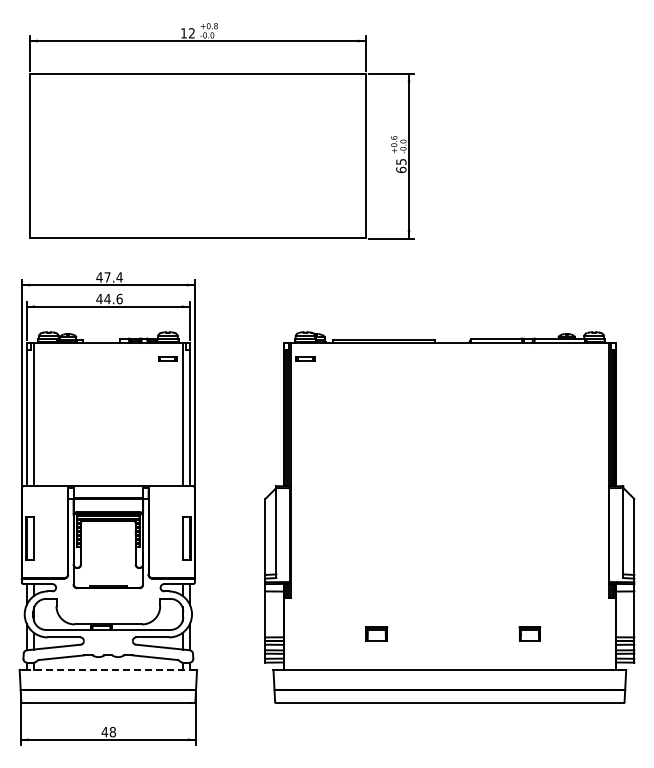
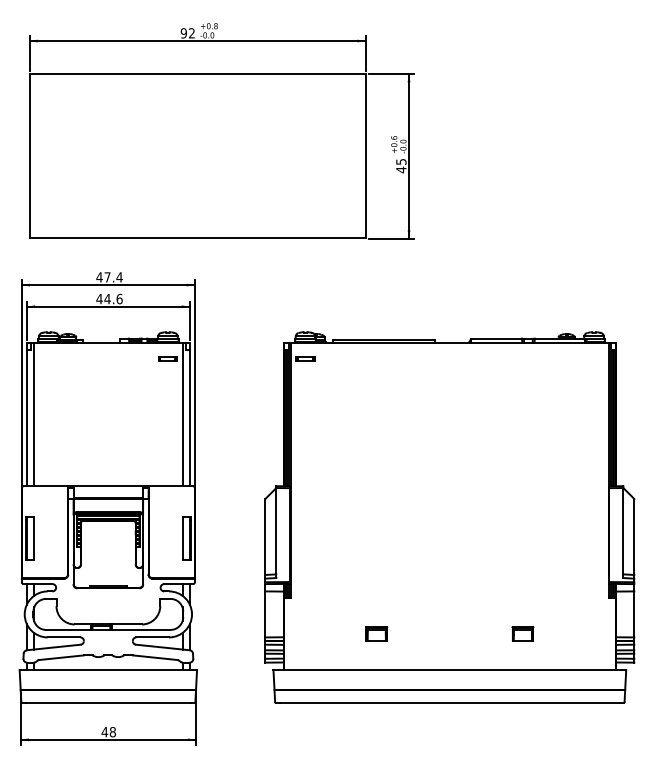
text at (183, 33): 12 -> 92
text at (401, 169): 65 -> 45
part at (529, 633) position: (529, 633) -> (522, 633)
line at (108, 669): dashed -> solid
